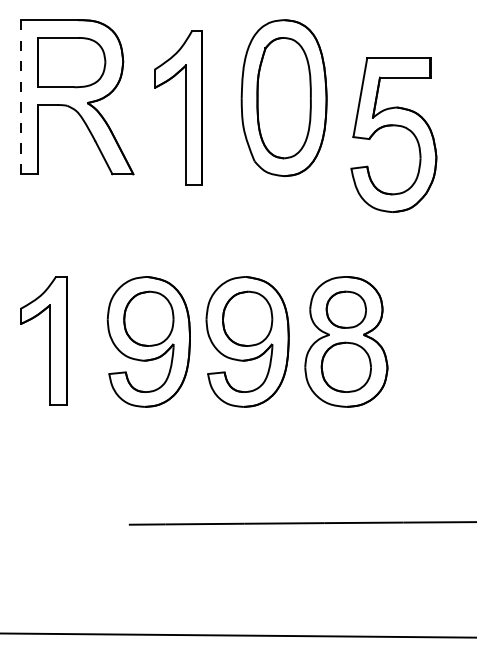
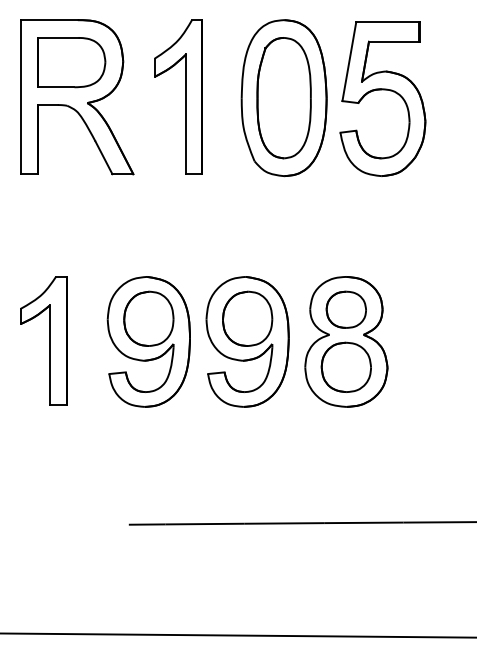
line at (20, 96): dashed -> solid
part at (185, 107) position: (185, 107) -> (185, 96)
part at (393, 126) position: (393, 126) -> (382, 90)
